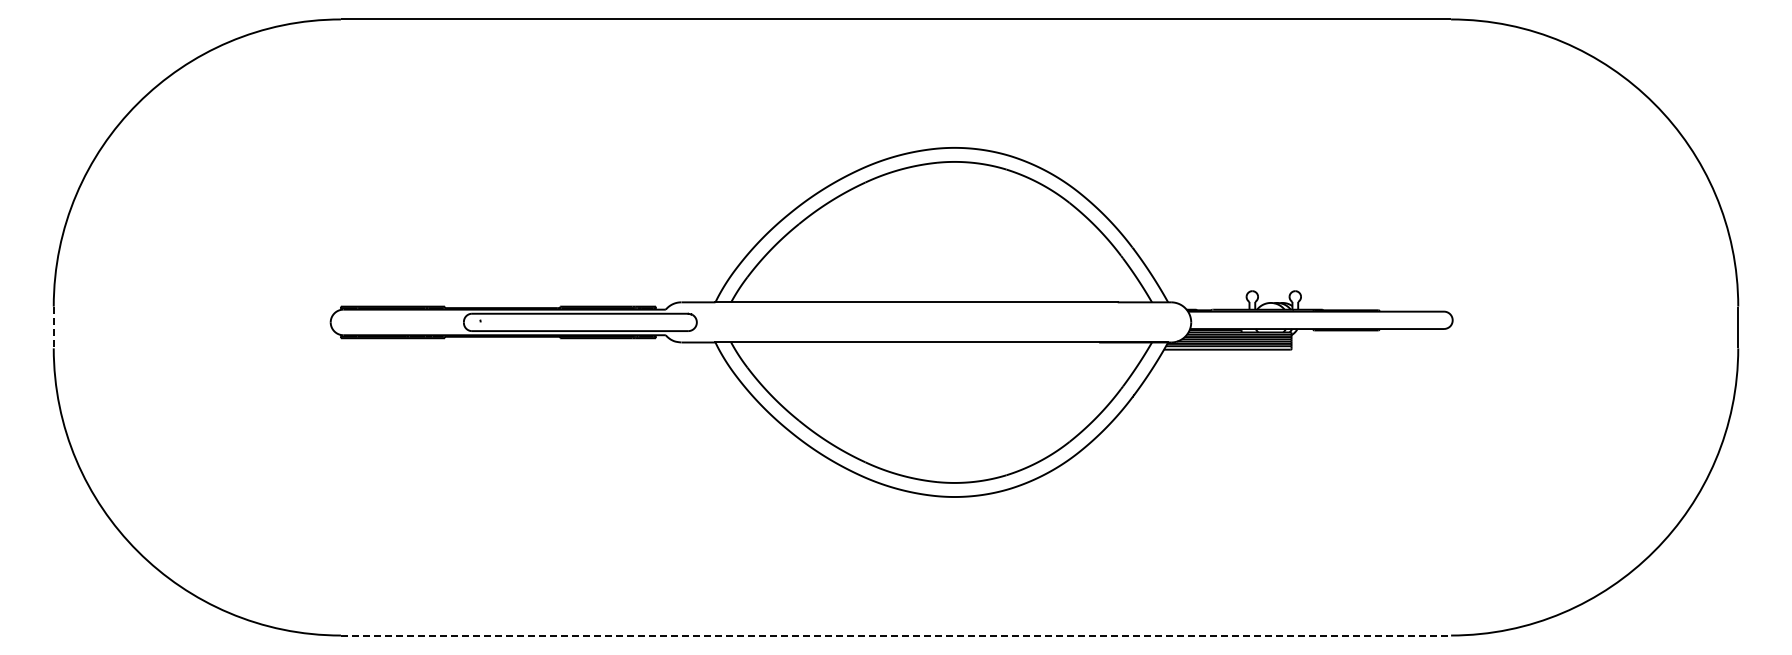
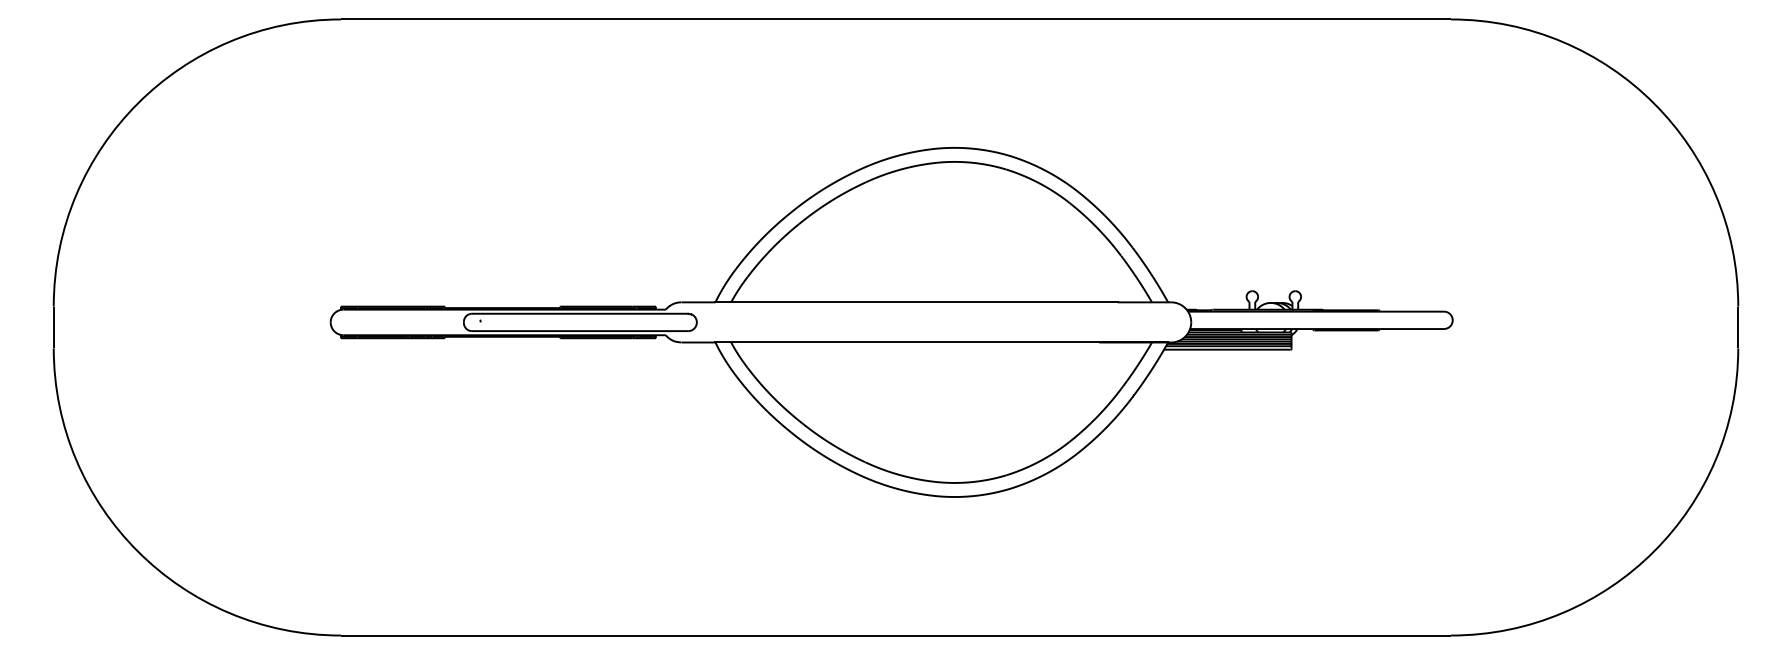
line at (53, 327): dashed -> solid
line at (896, 635): dashed -> solid
